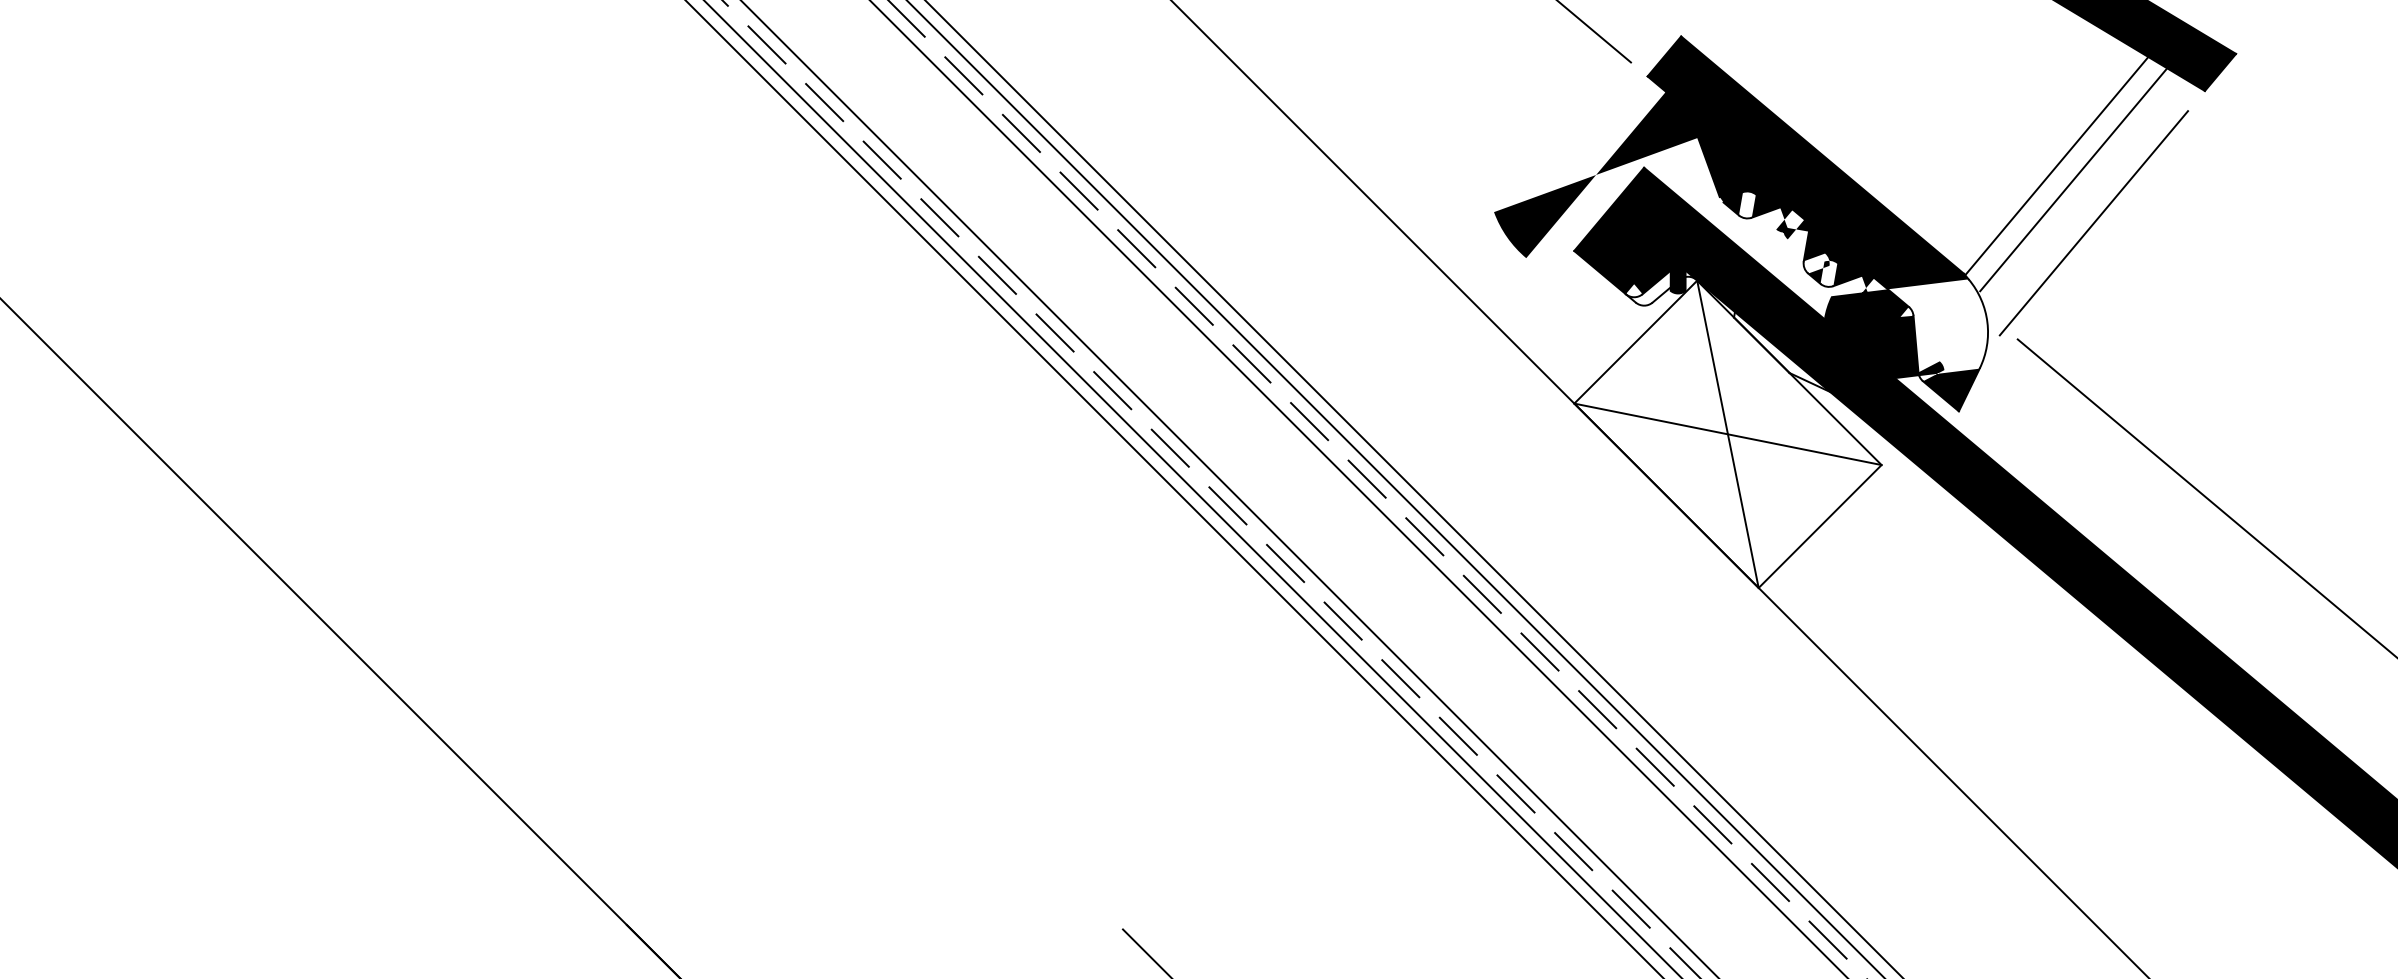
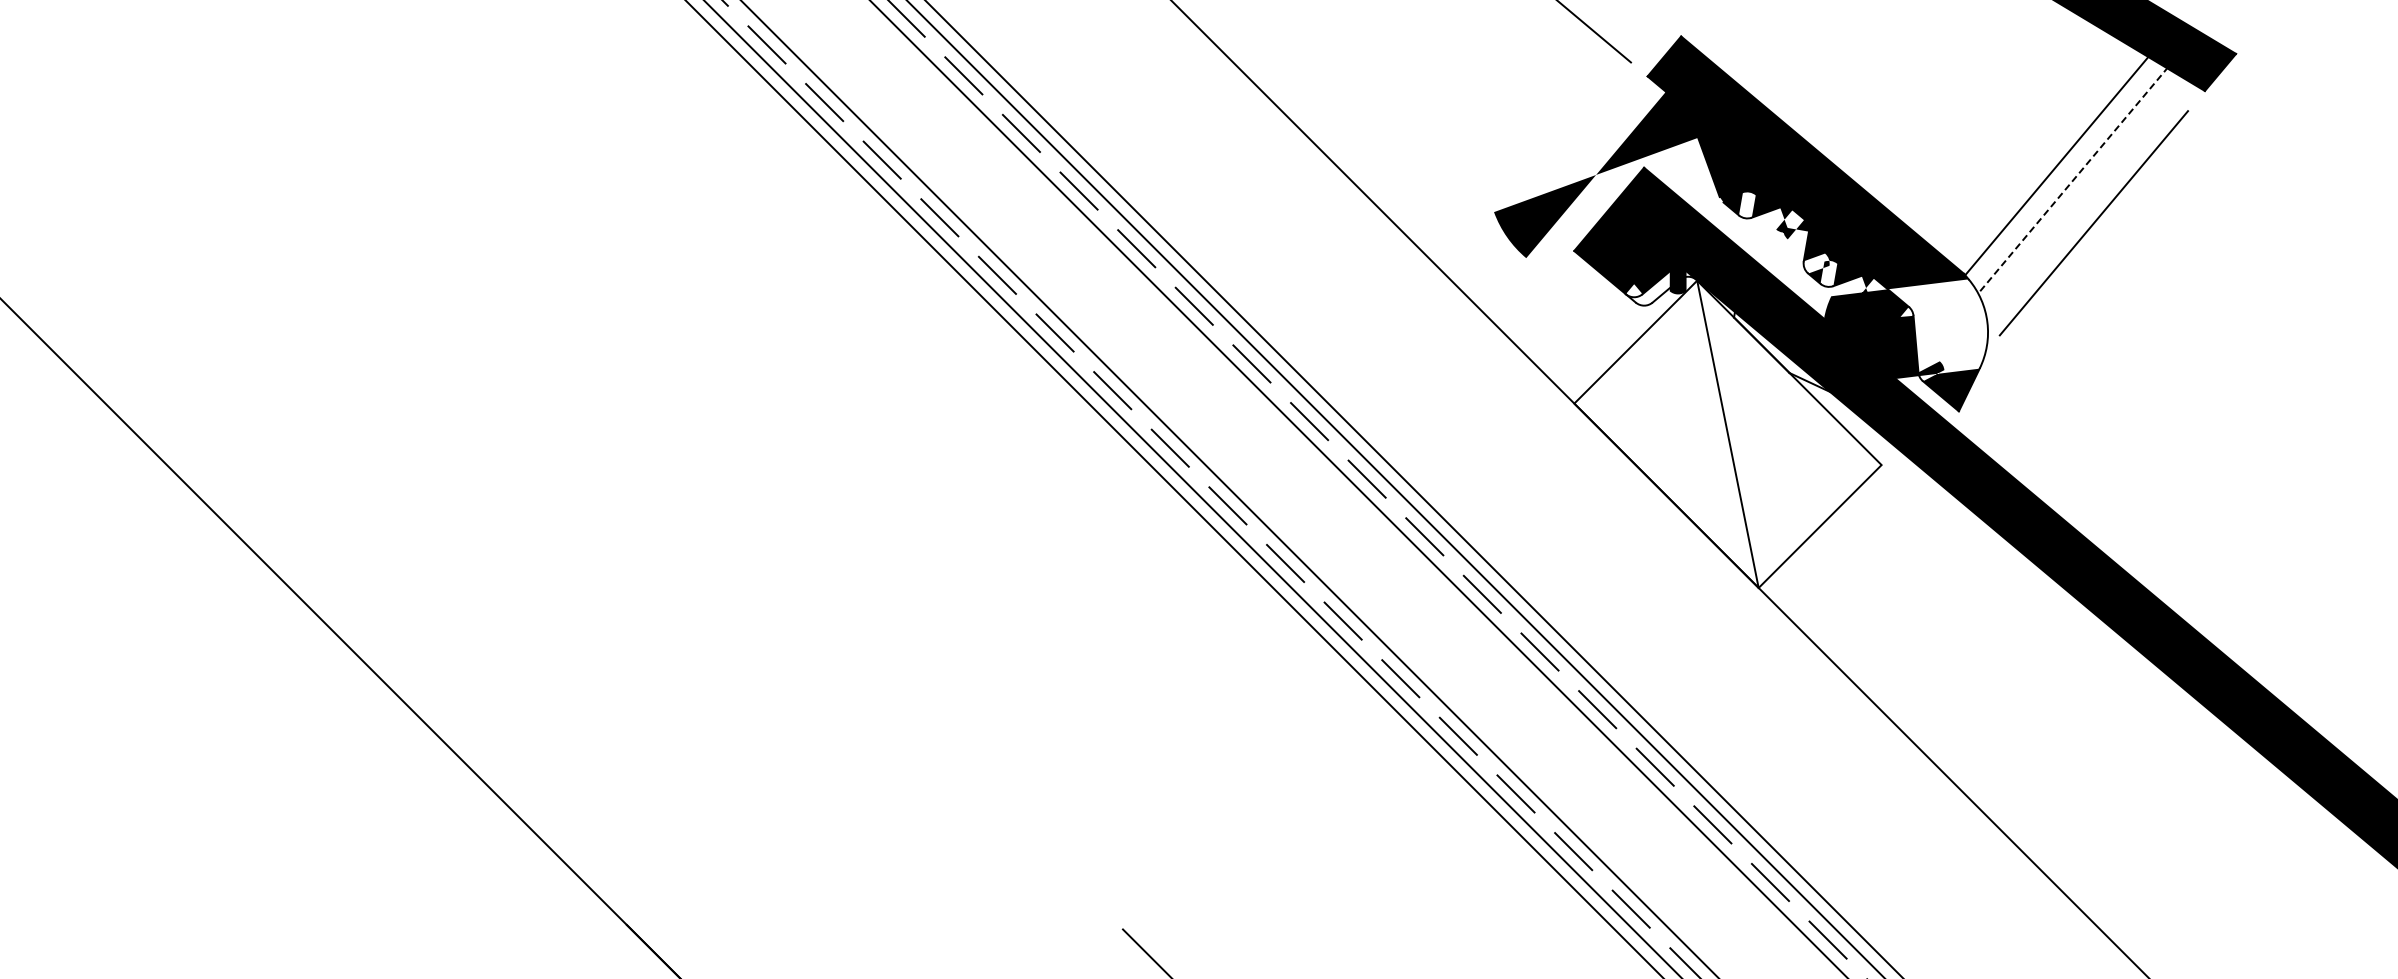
line at (2074, 179): solid -> dashed
line at (1727, 434): present -> none
line at (2205, 497): present -> none
